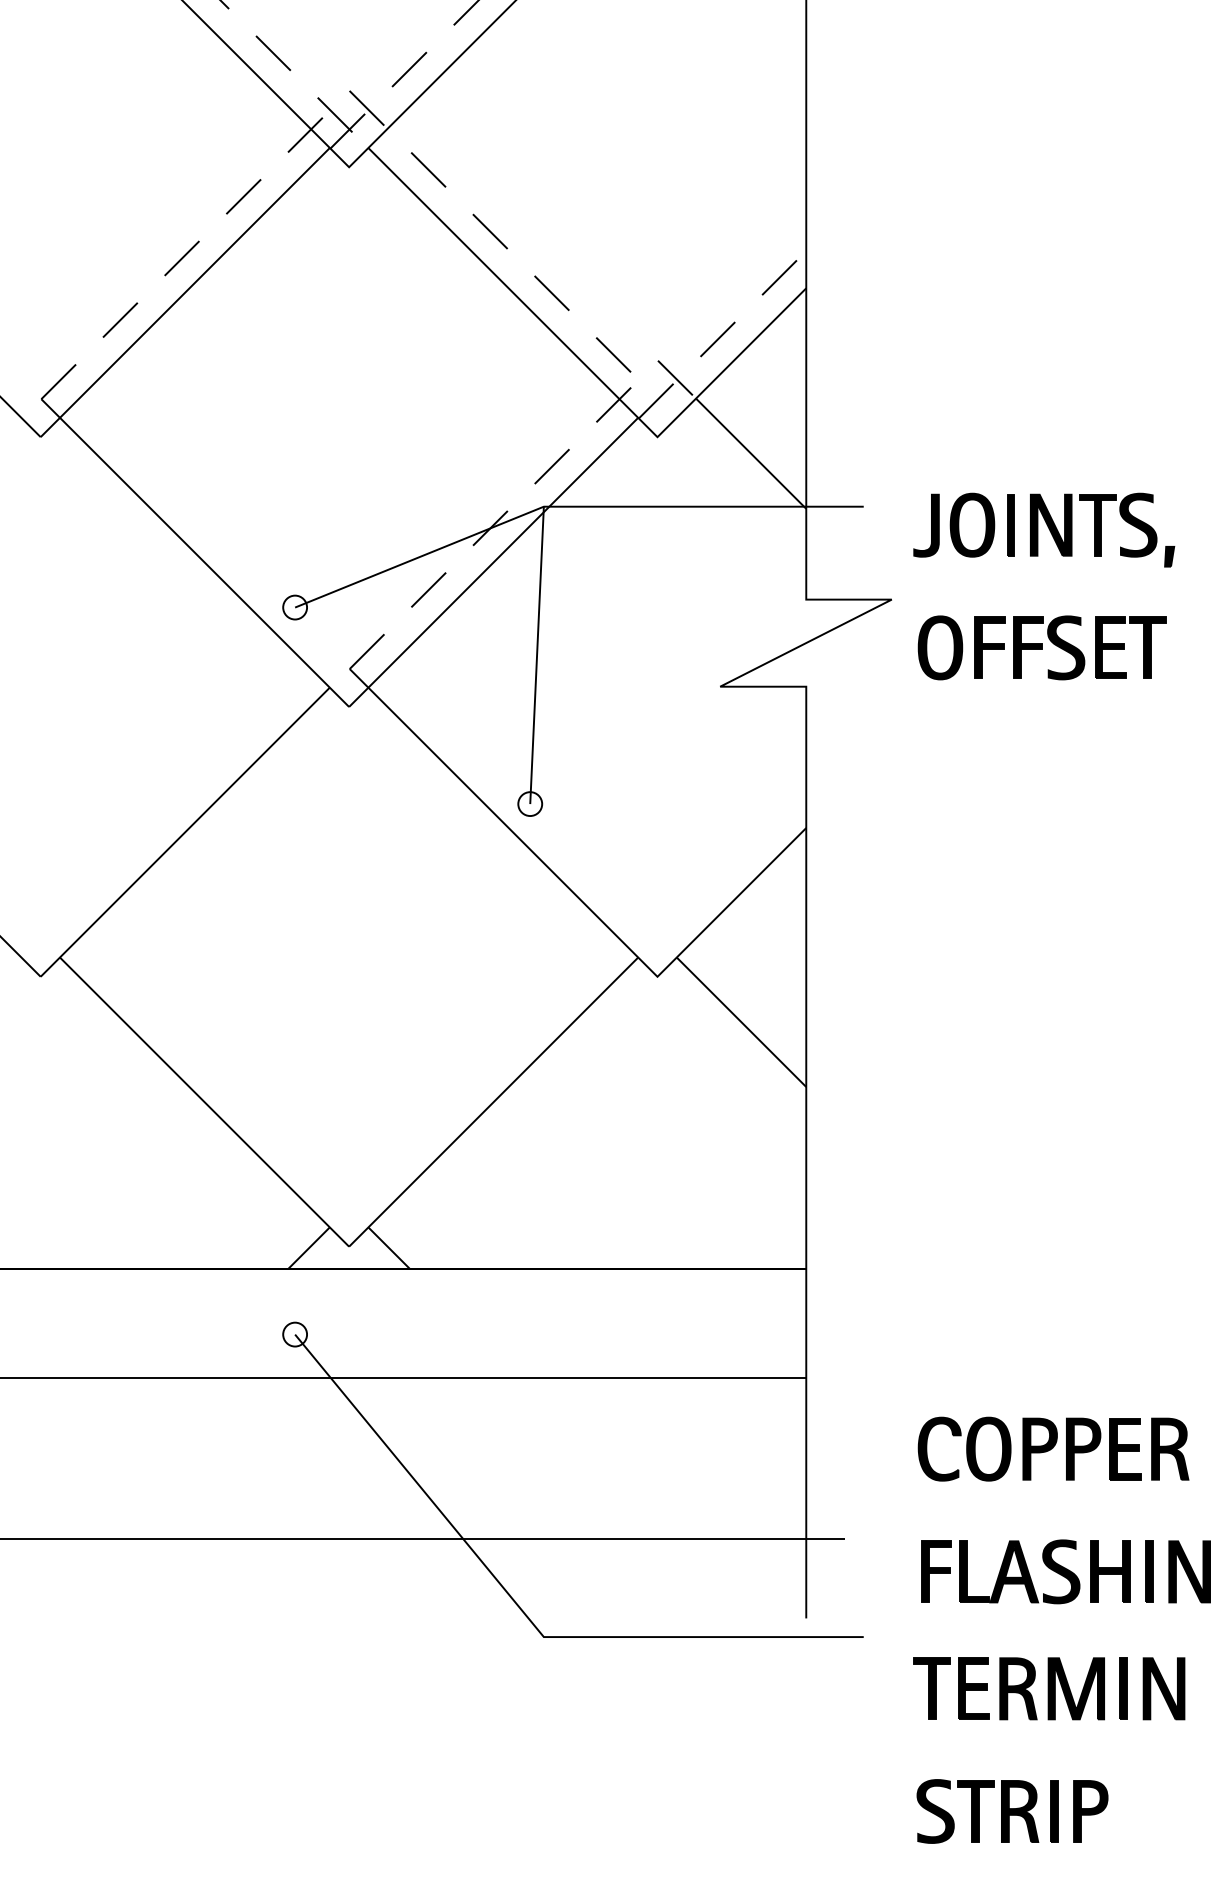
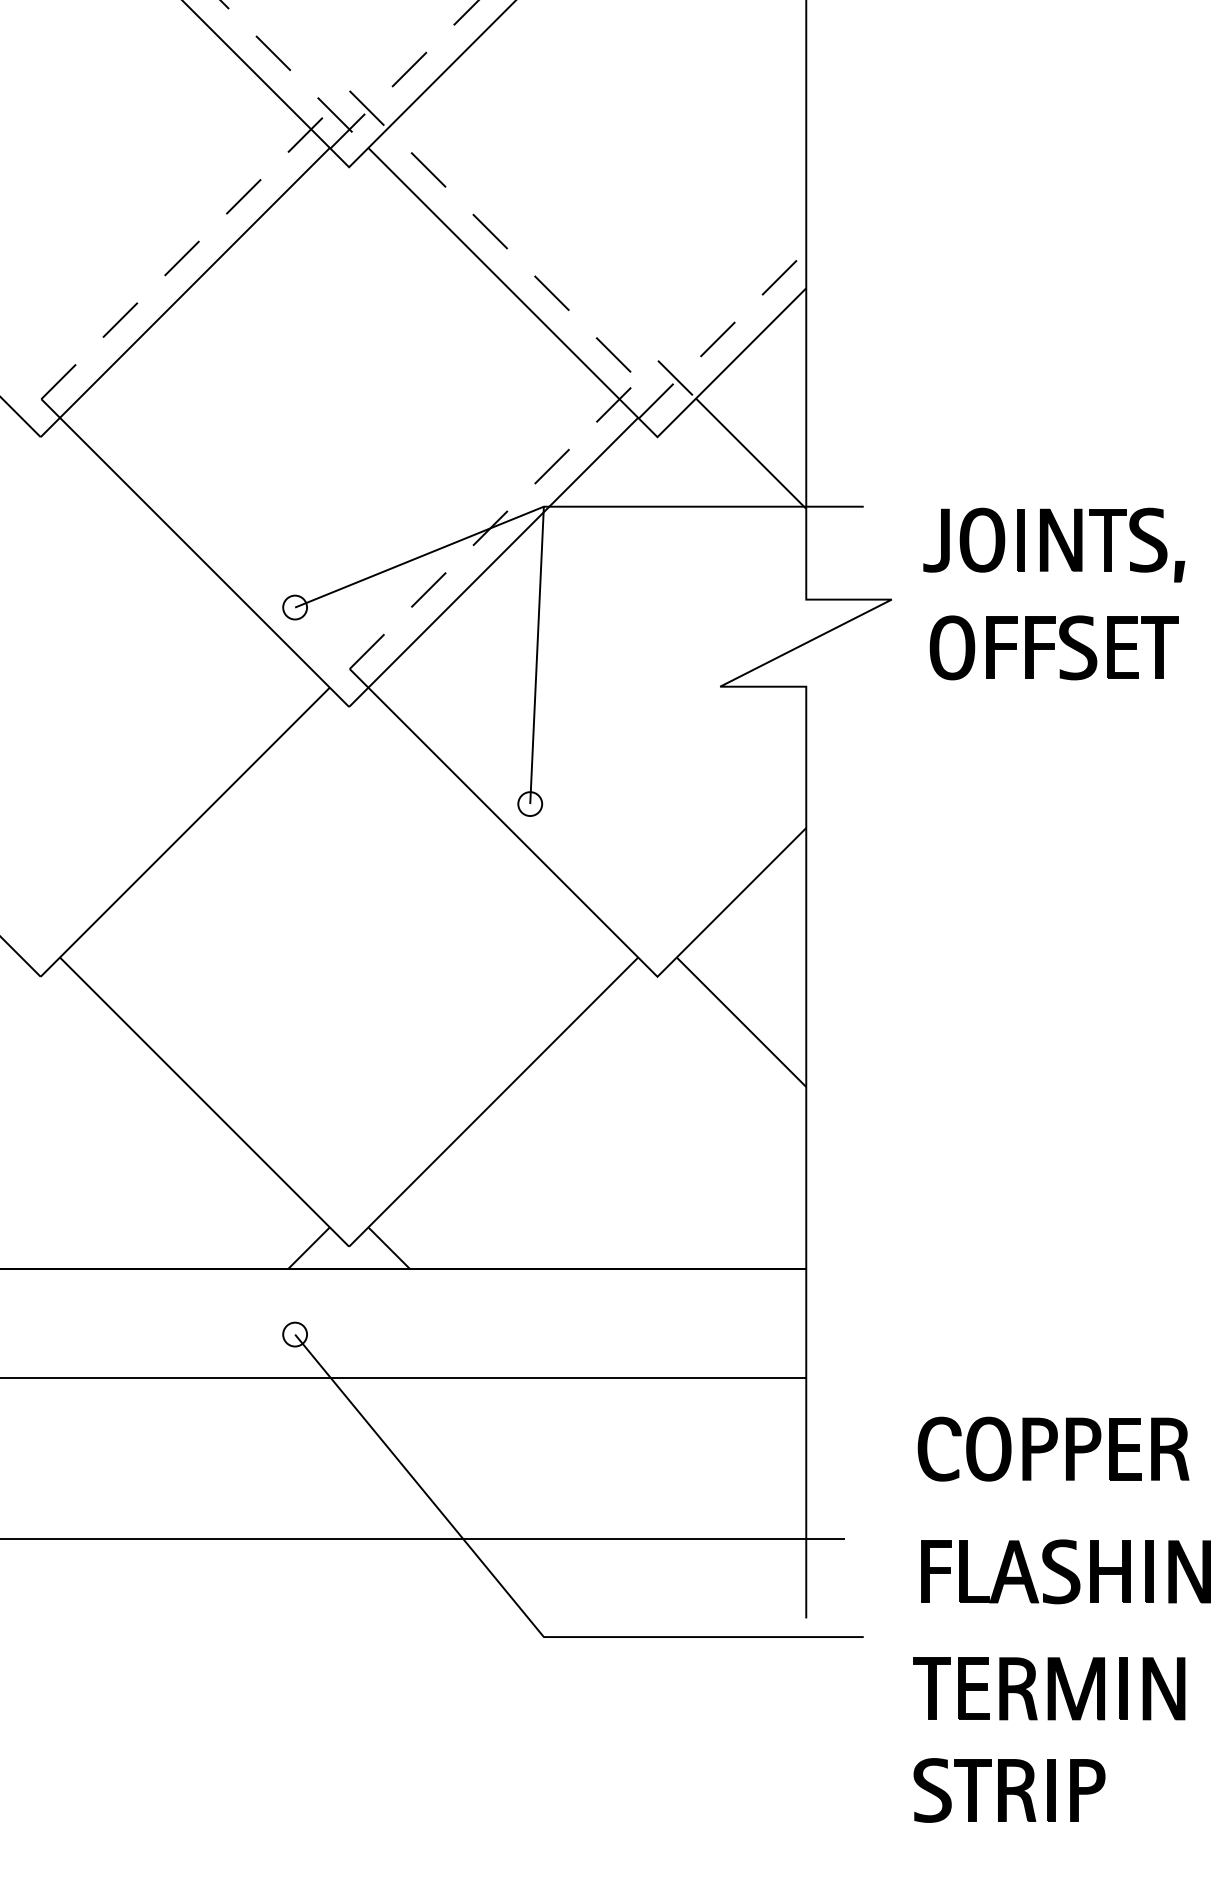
part at (1044, 529) position: (1044, 529) -> (1054, 544)
part at (1041, 647) position: (1041, 647) -> (1053, 647)
part at (1012, 1811) position: (1012, 1811) -> (1009, 1790)
